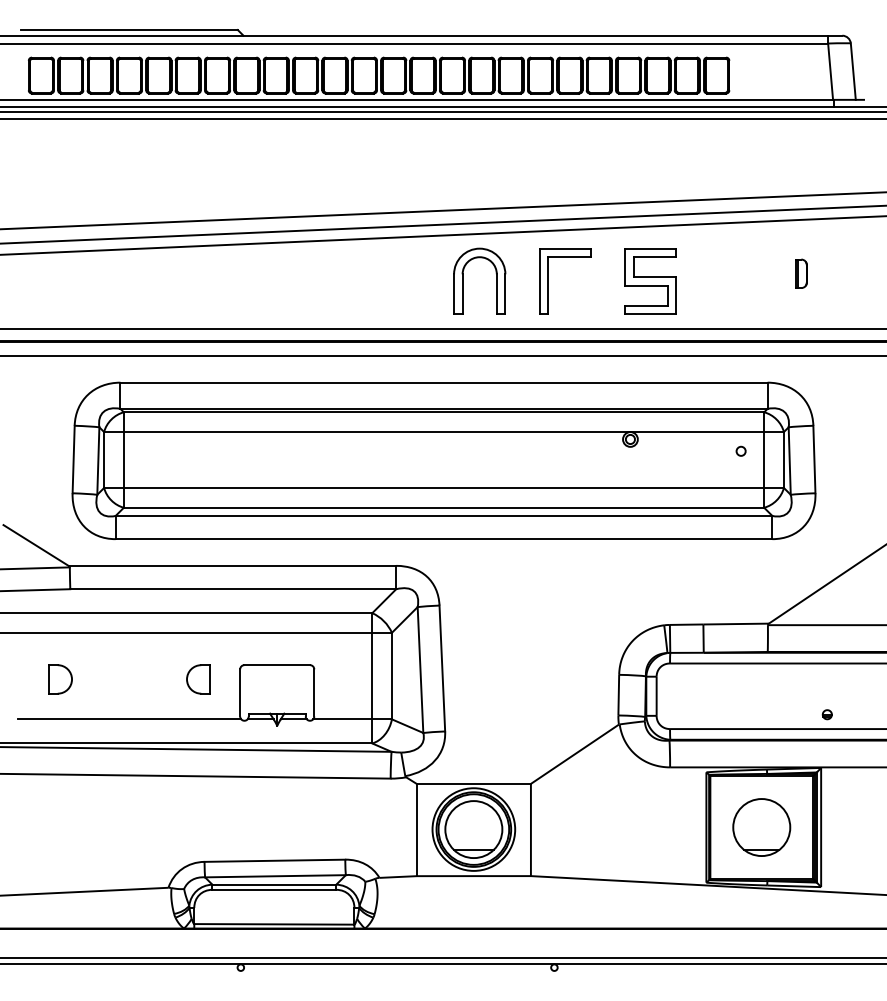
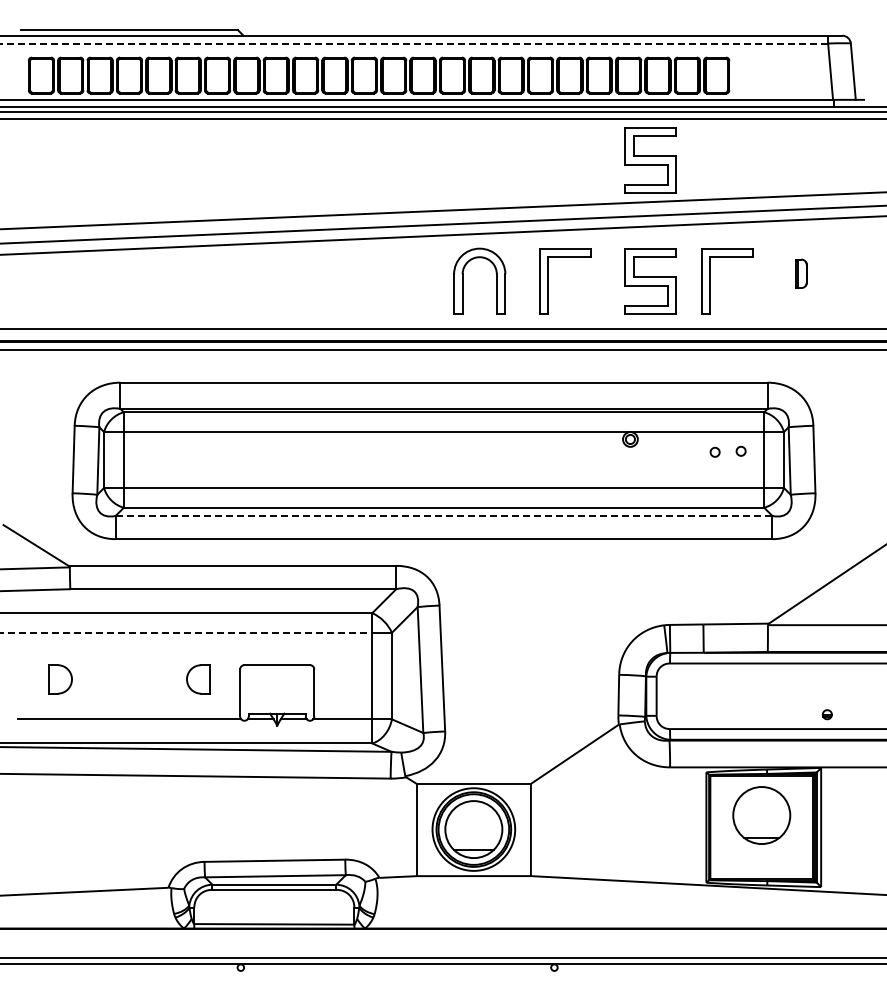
line at (414, 43): solid -> dashed
part at (650, 160): none -> present
part at (710, 281): none -> present
line at (442, 356) position: (442, 356) -> (442, 350)
circle at (714, 451): none -> present
line at (444, 515): solid -> dashed
line at (186, 632): solid -> dashed
part at (761, 827) position: (761, 827) -> (761, 815)
